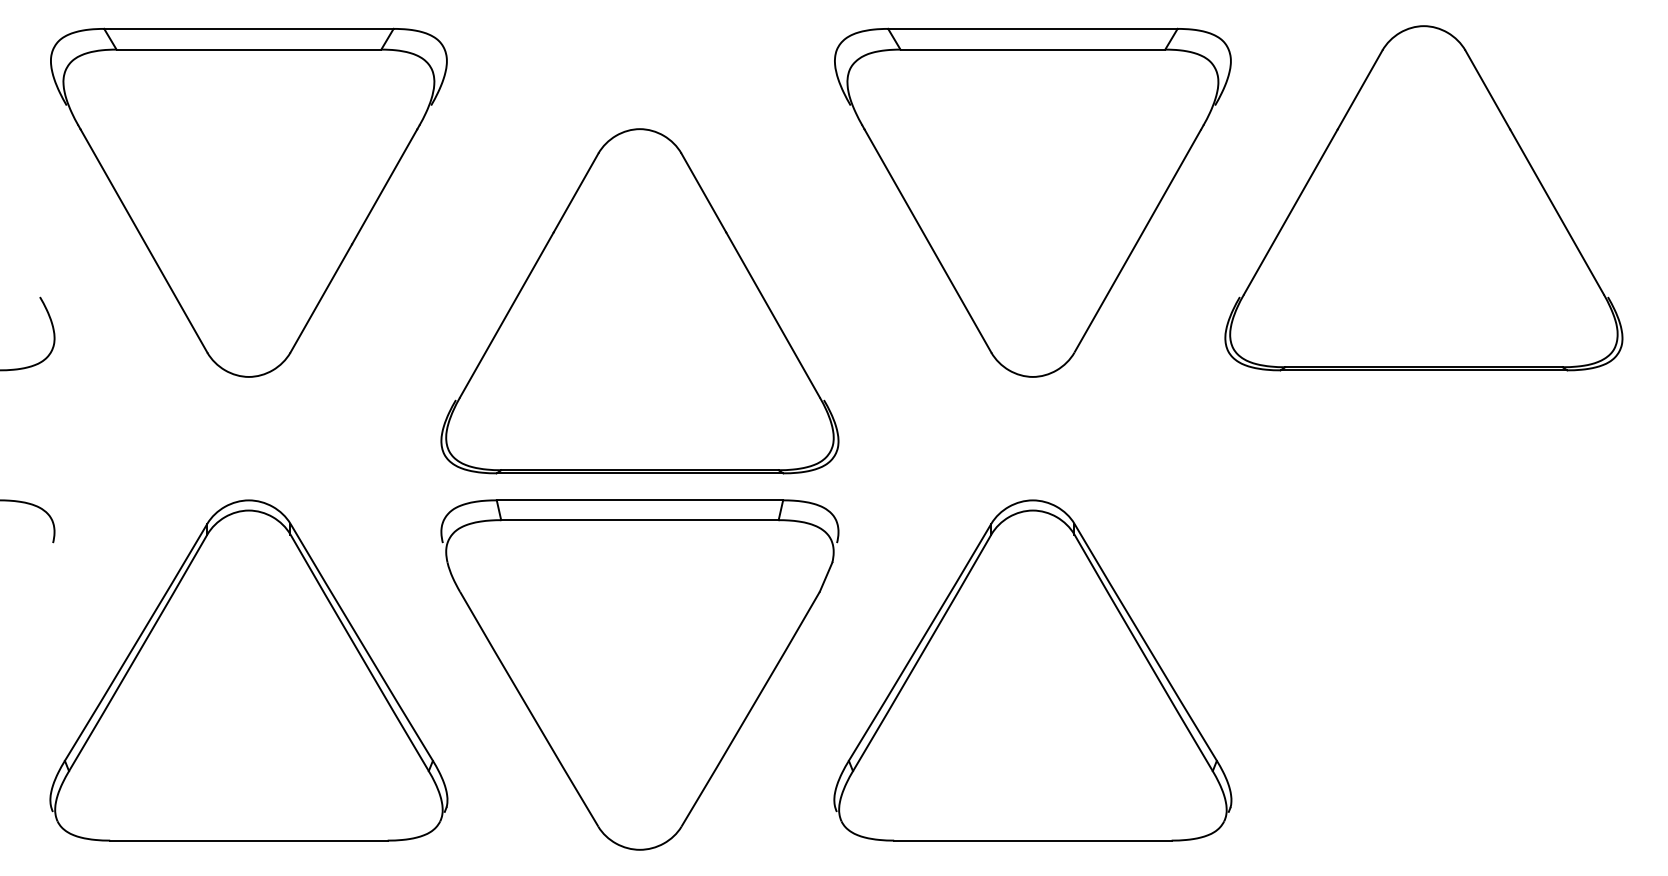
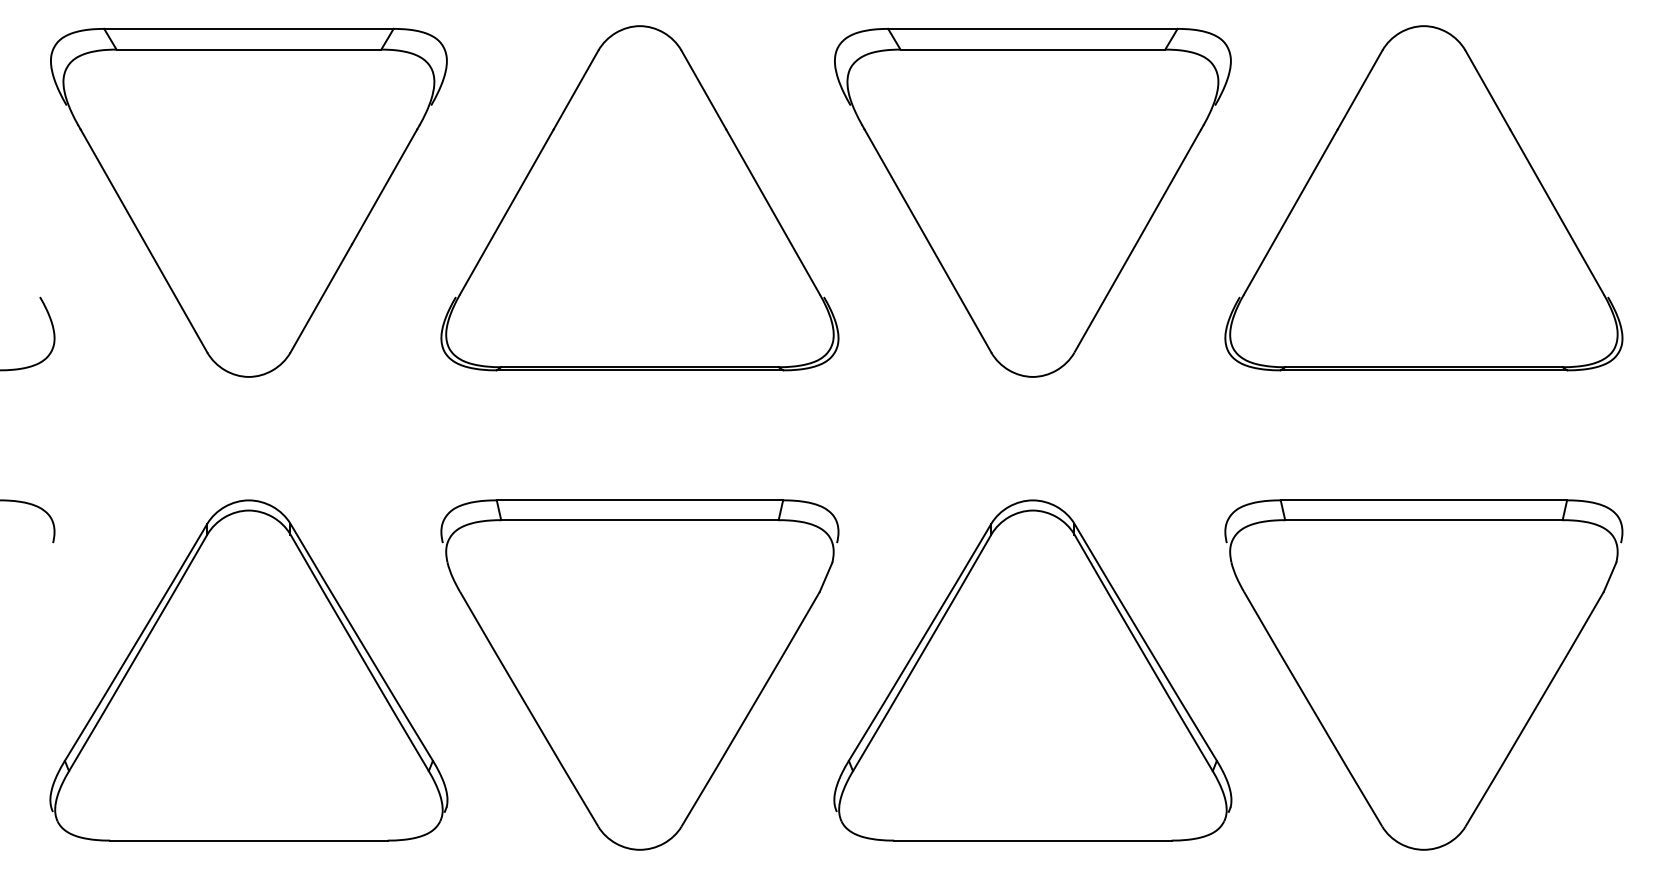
part at (639, 301) position: (639, 301) -> (639, 198)
part at (1423, 674): none -> present
